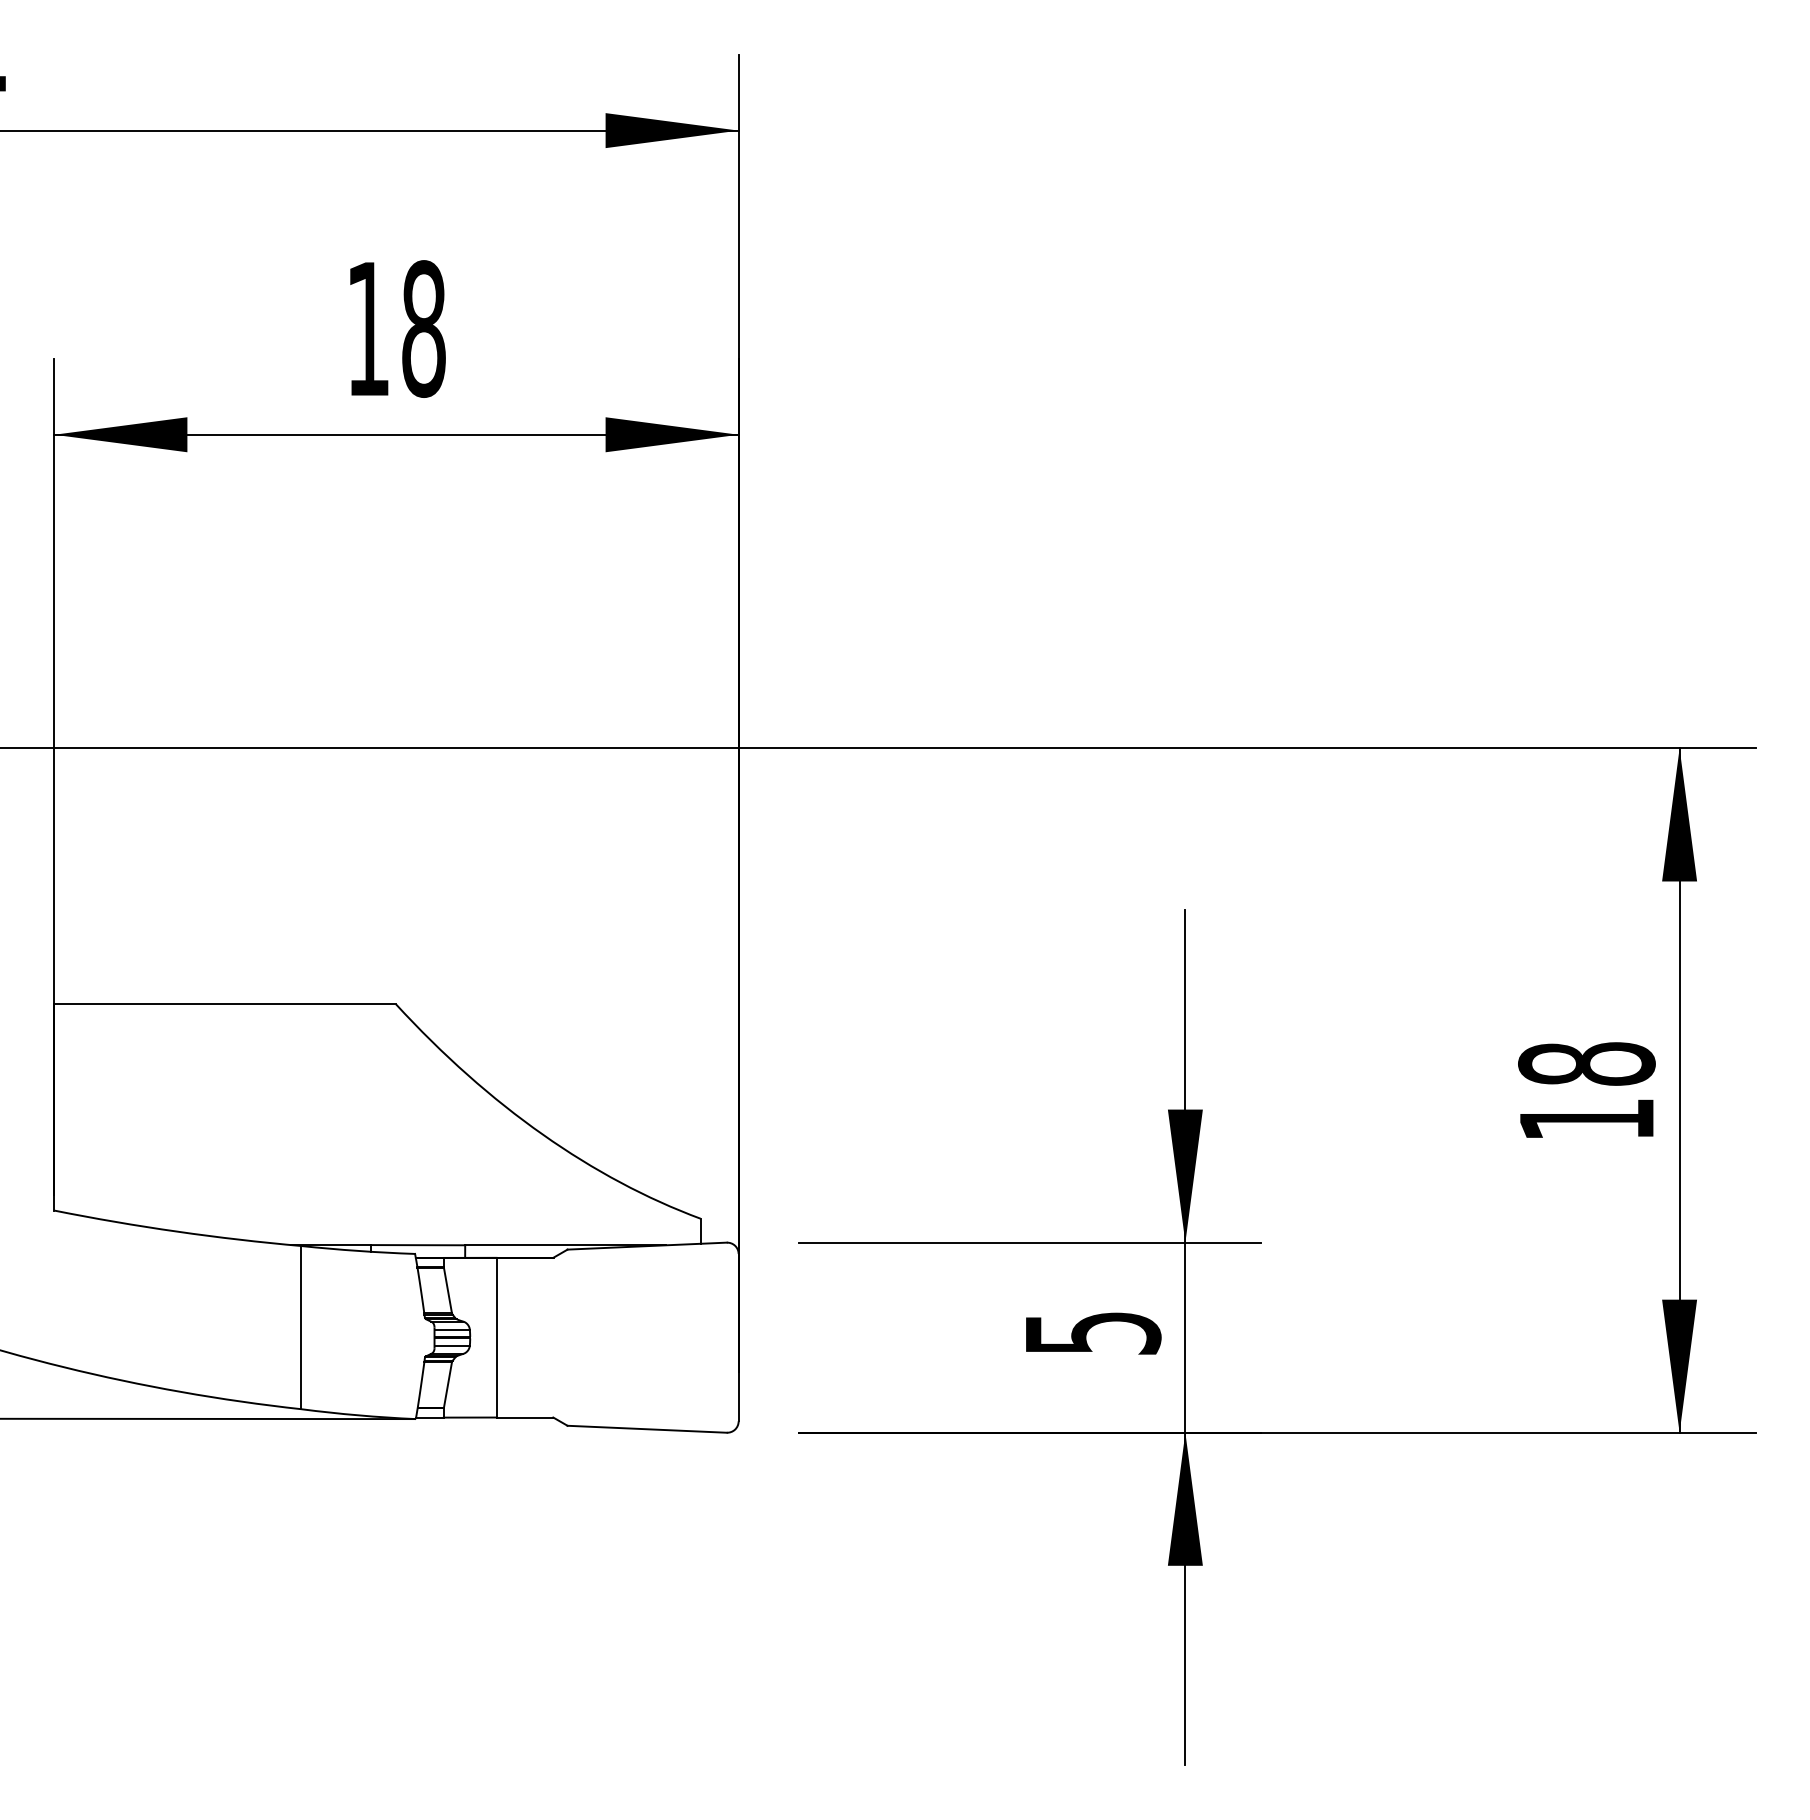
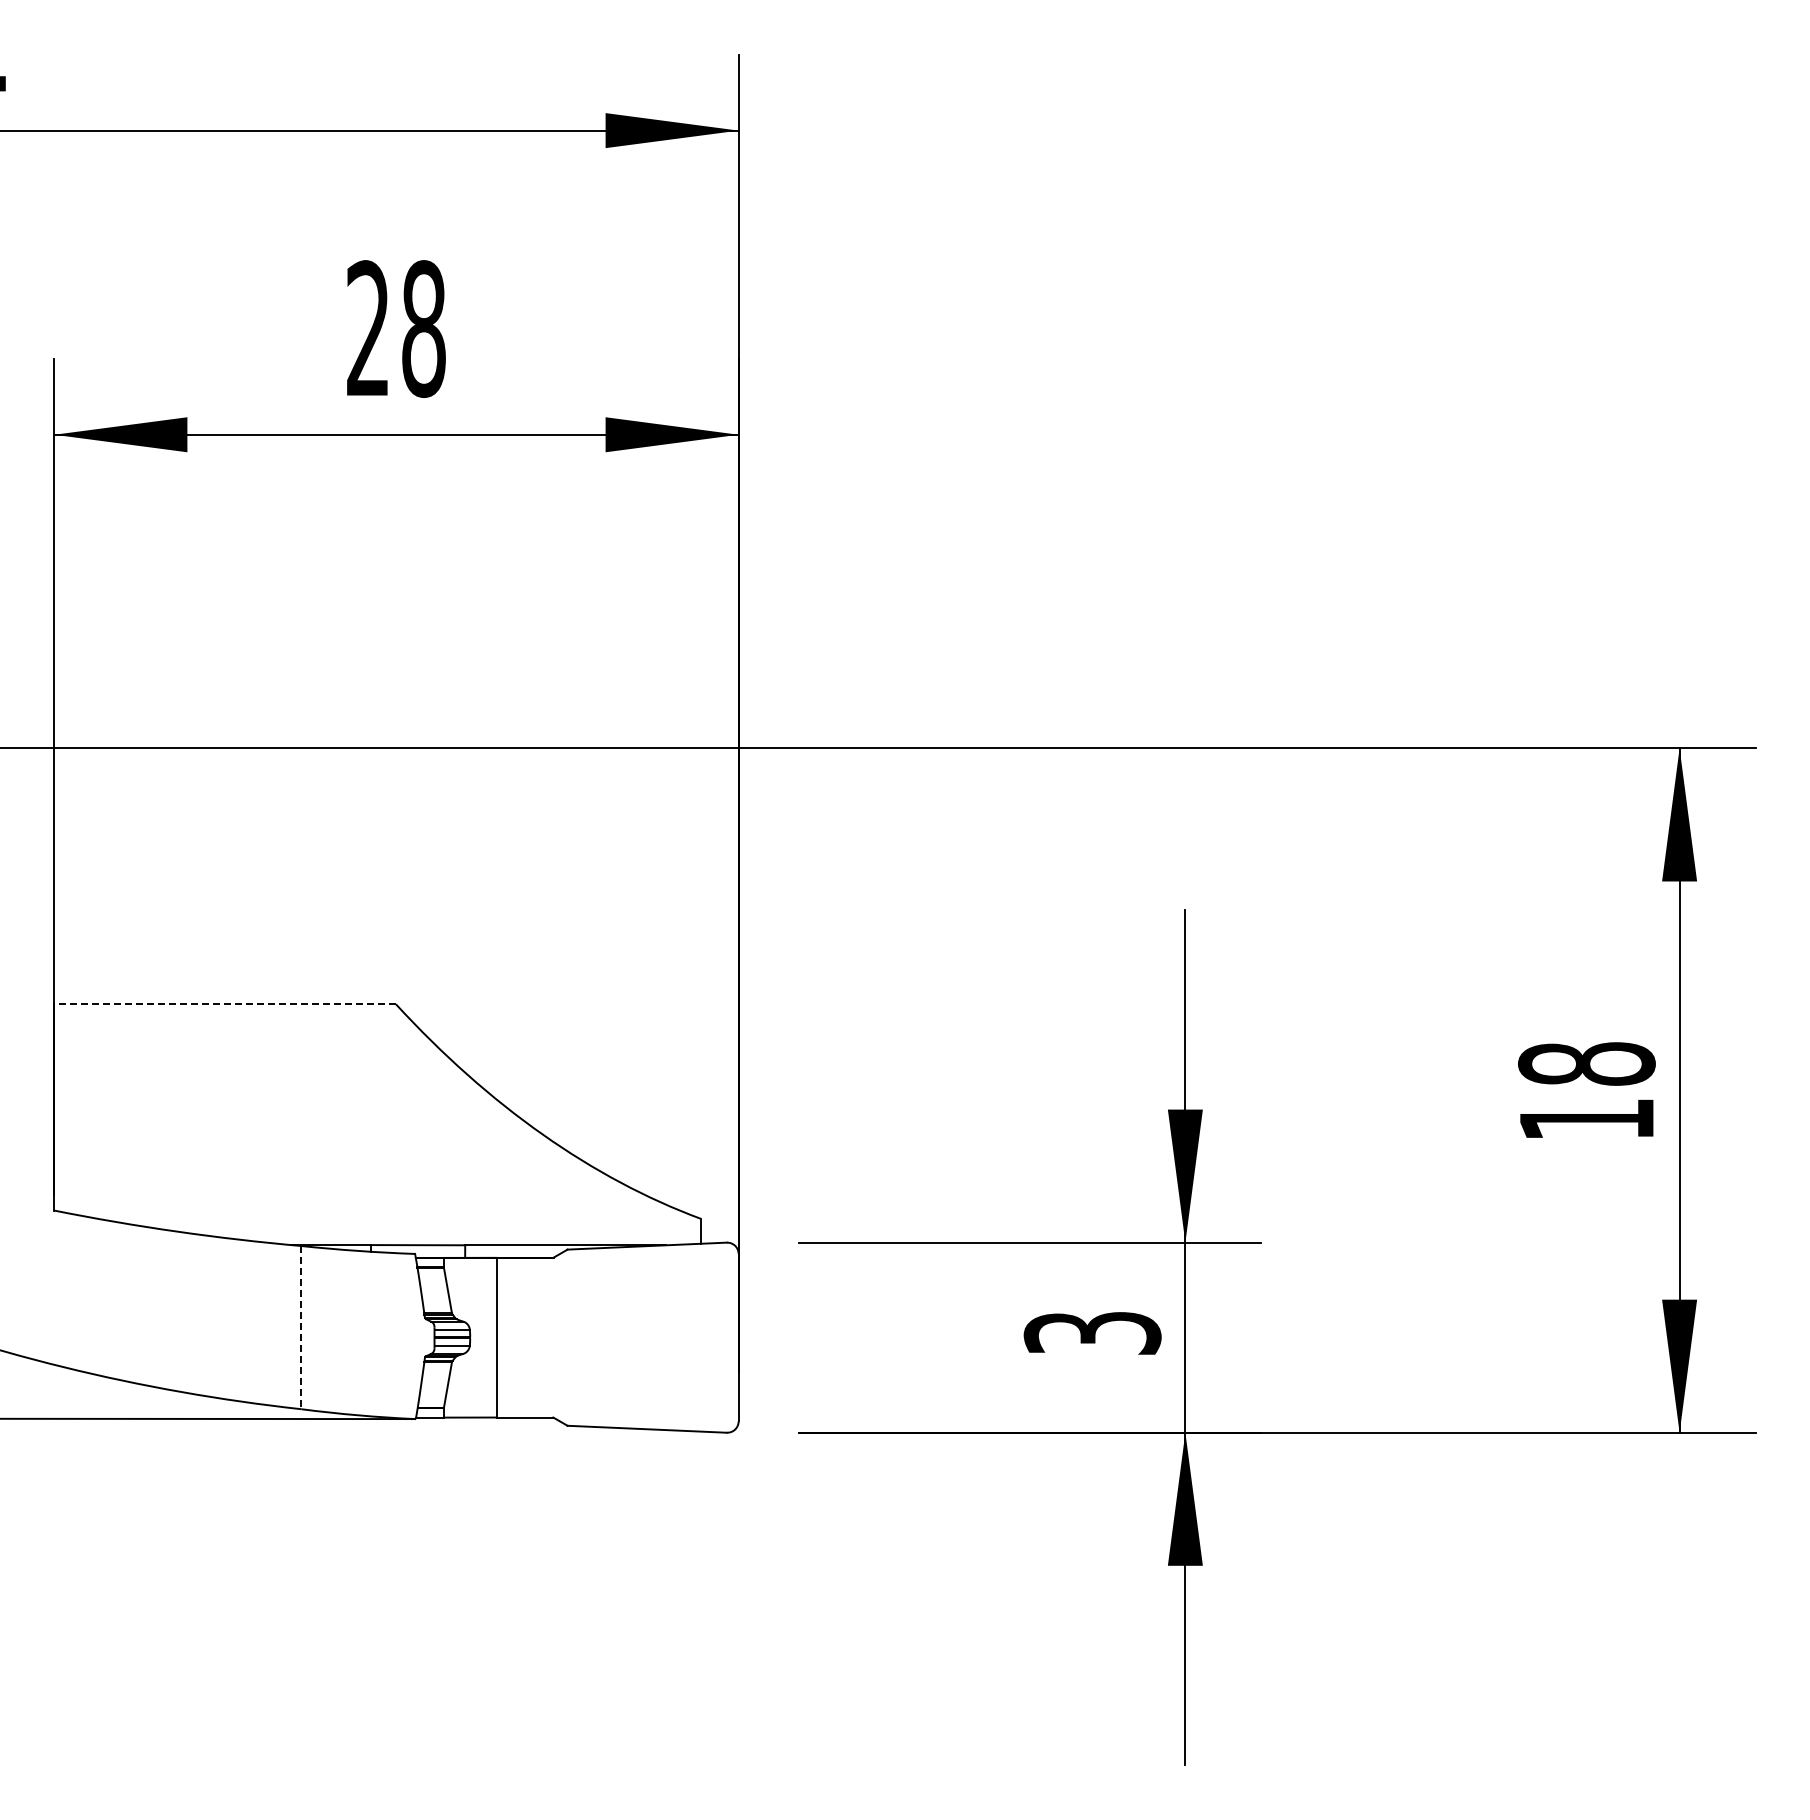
text at (367, 327): 18 -> 28
line at (225, 1004): solid -> dashed
line at (301, 1327): solid -> dashed
text at (1092, 1333): 5 -> 3
